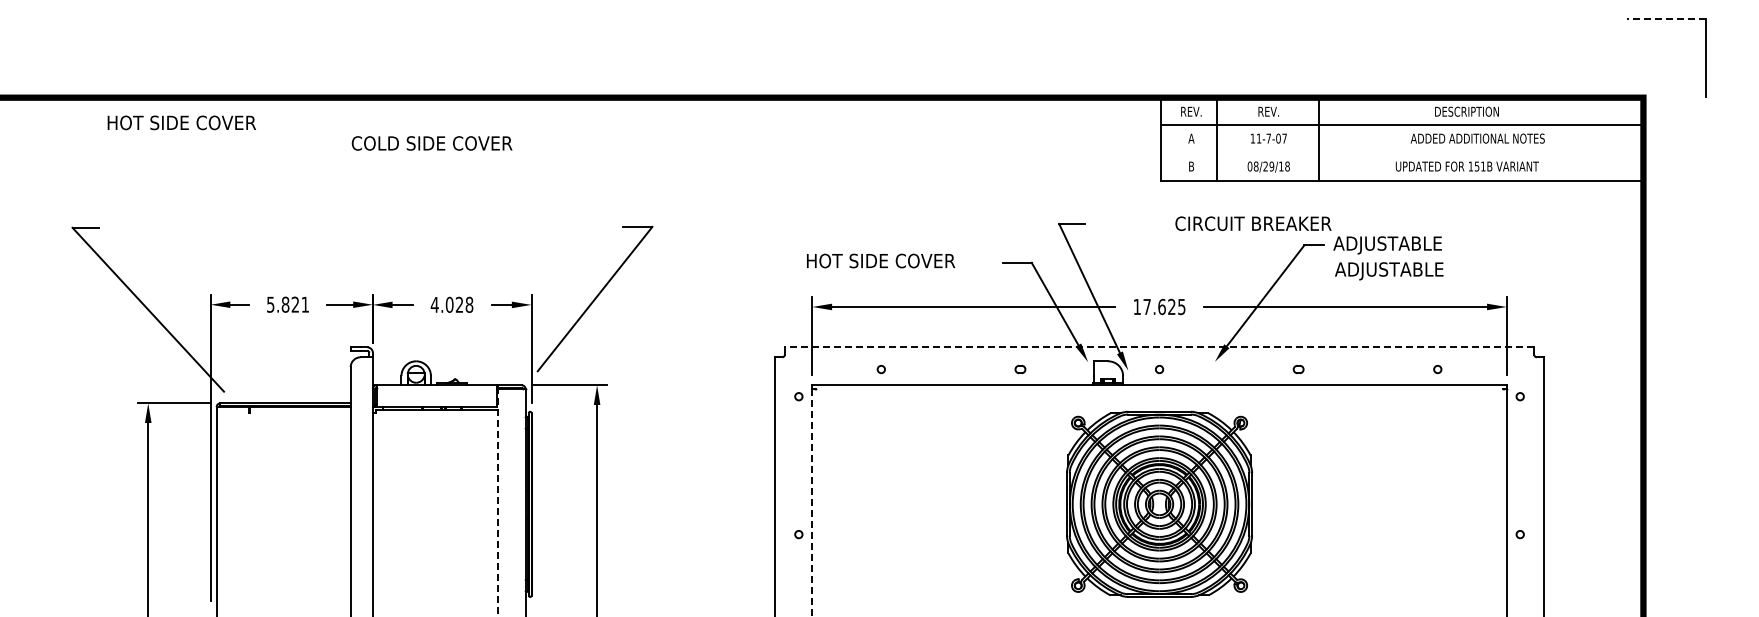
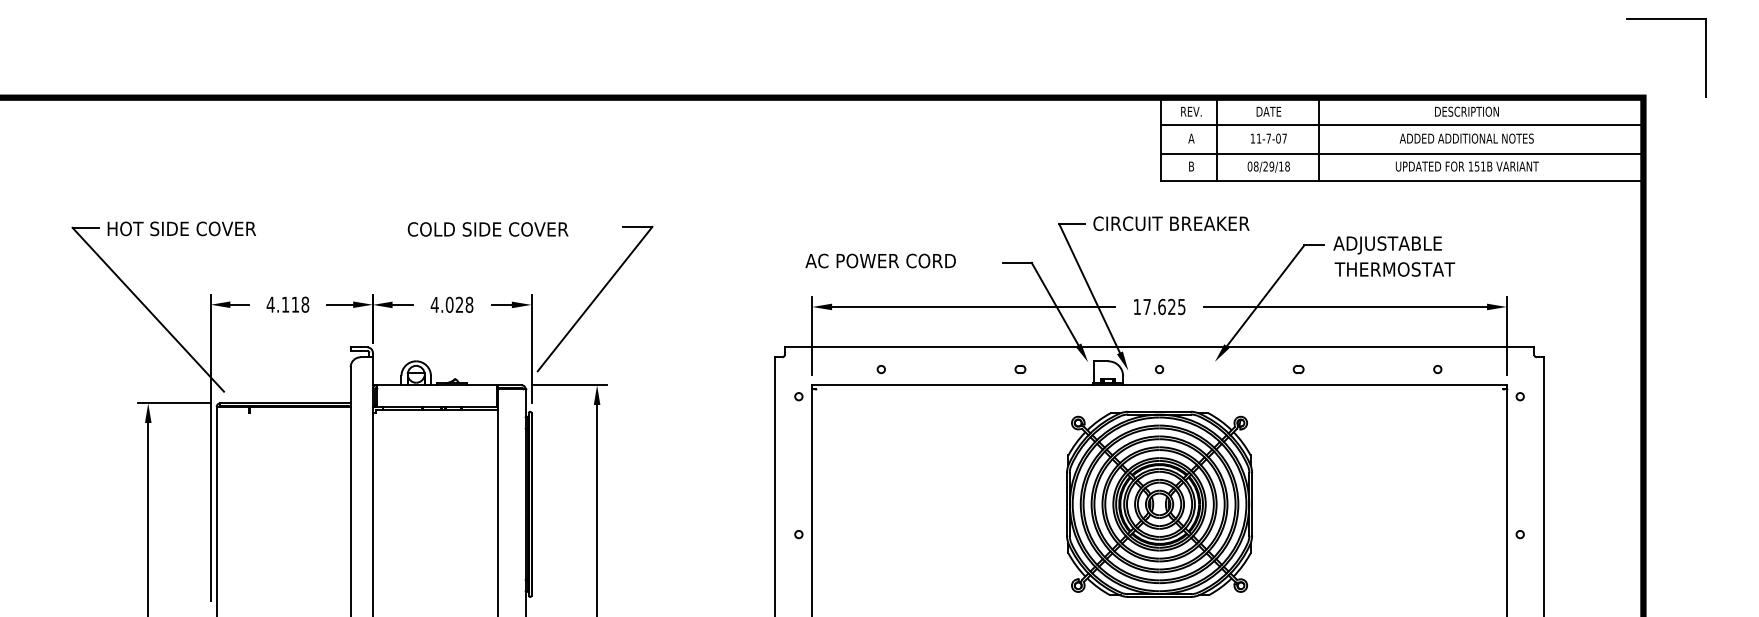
line at (1666, 18): dashed -> solid
text at (1268, 111): REV. -> DATE
text at (181, 122) position: (181, 122) -> (181, 228)
text at (1477, 138) position: (1477, 138) -> (1466, 138)
text at (431, 143) position: (431, 143) -> (487, 229)
line at (1402, 153): none -> present
text at (1253, 223) position: (1253, 223) -> (1171, 223)
text at (880, 260): HOT SIDE COVER -> AC POWER CORD
text at (1394, 271): ADJUSTABLE -> THERMOSTAT
text at (287, 304): 5.821 -> 4.118
line at (1159, 347): dashed -> solid
line at (497, 502): dashed -> solid
line at (812, 502): dashed -> solid
